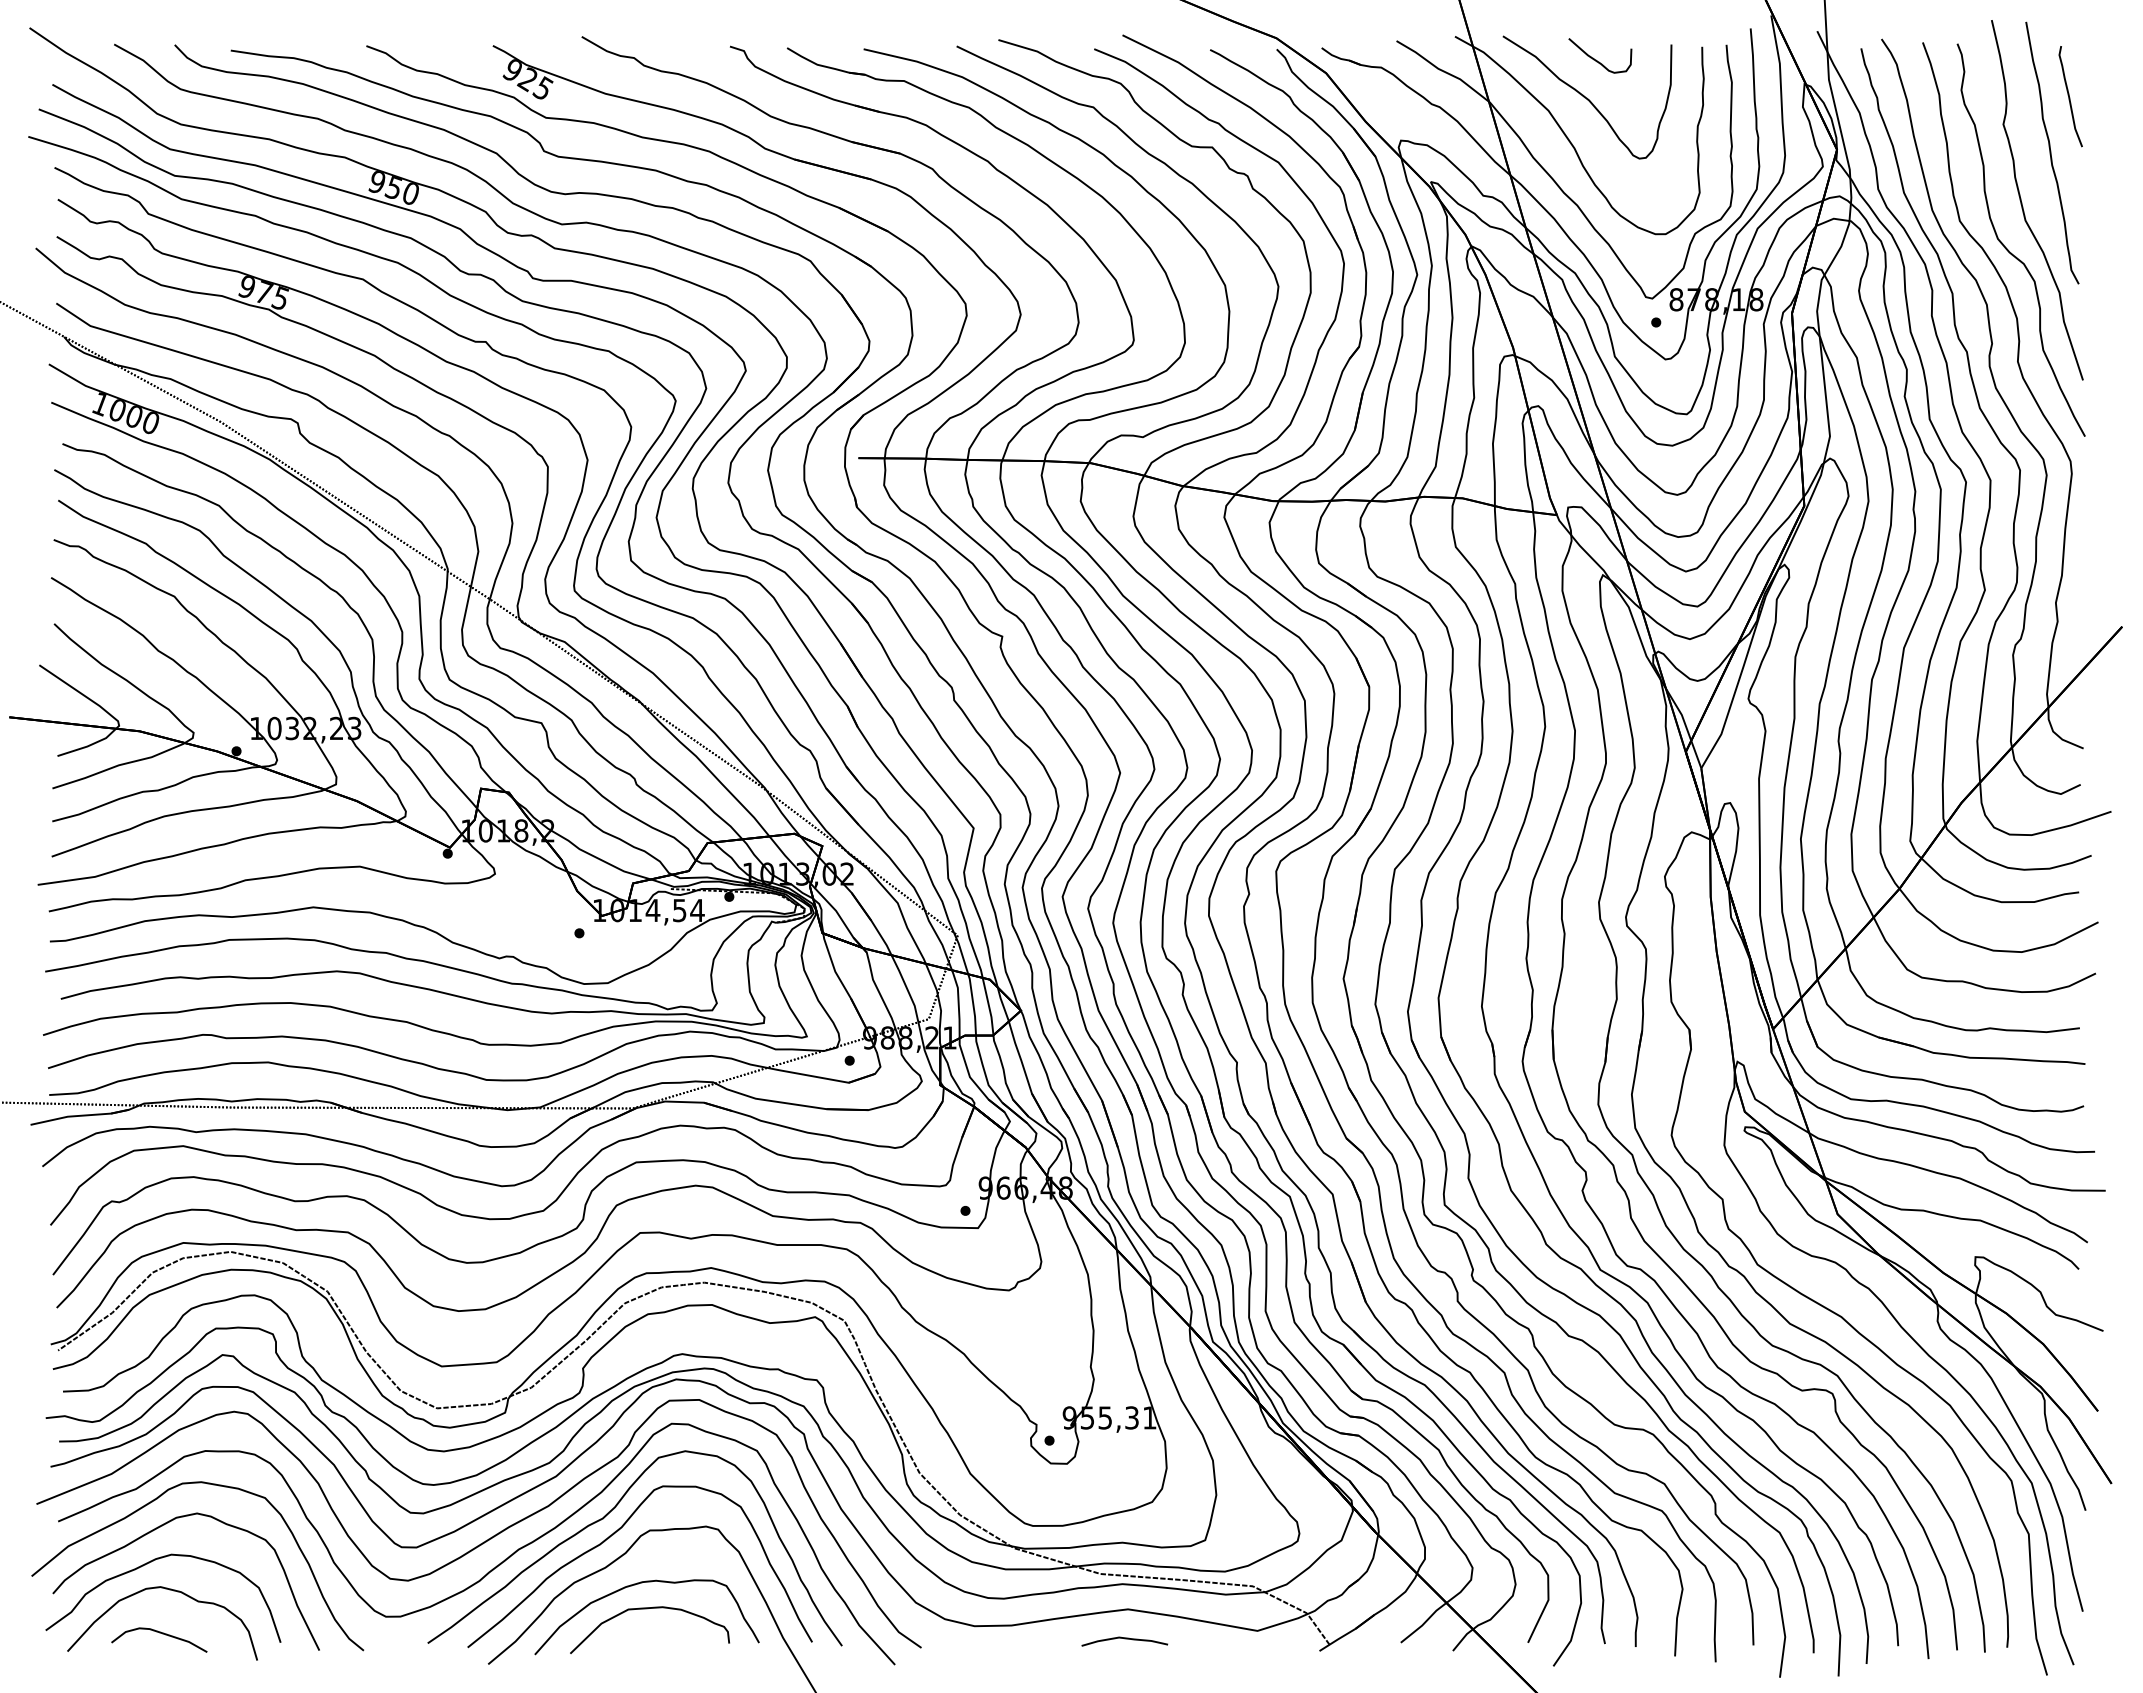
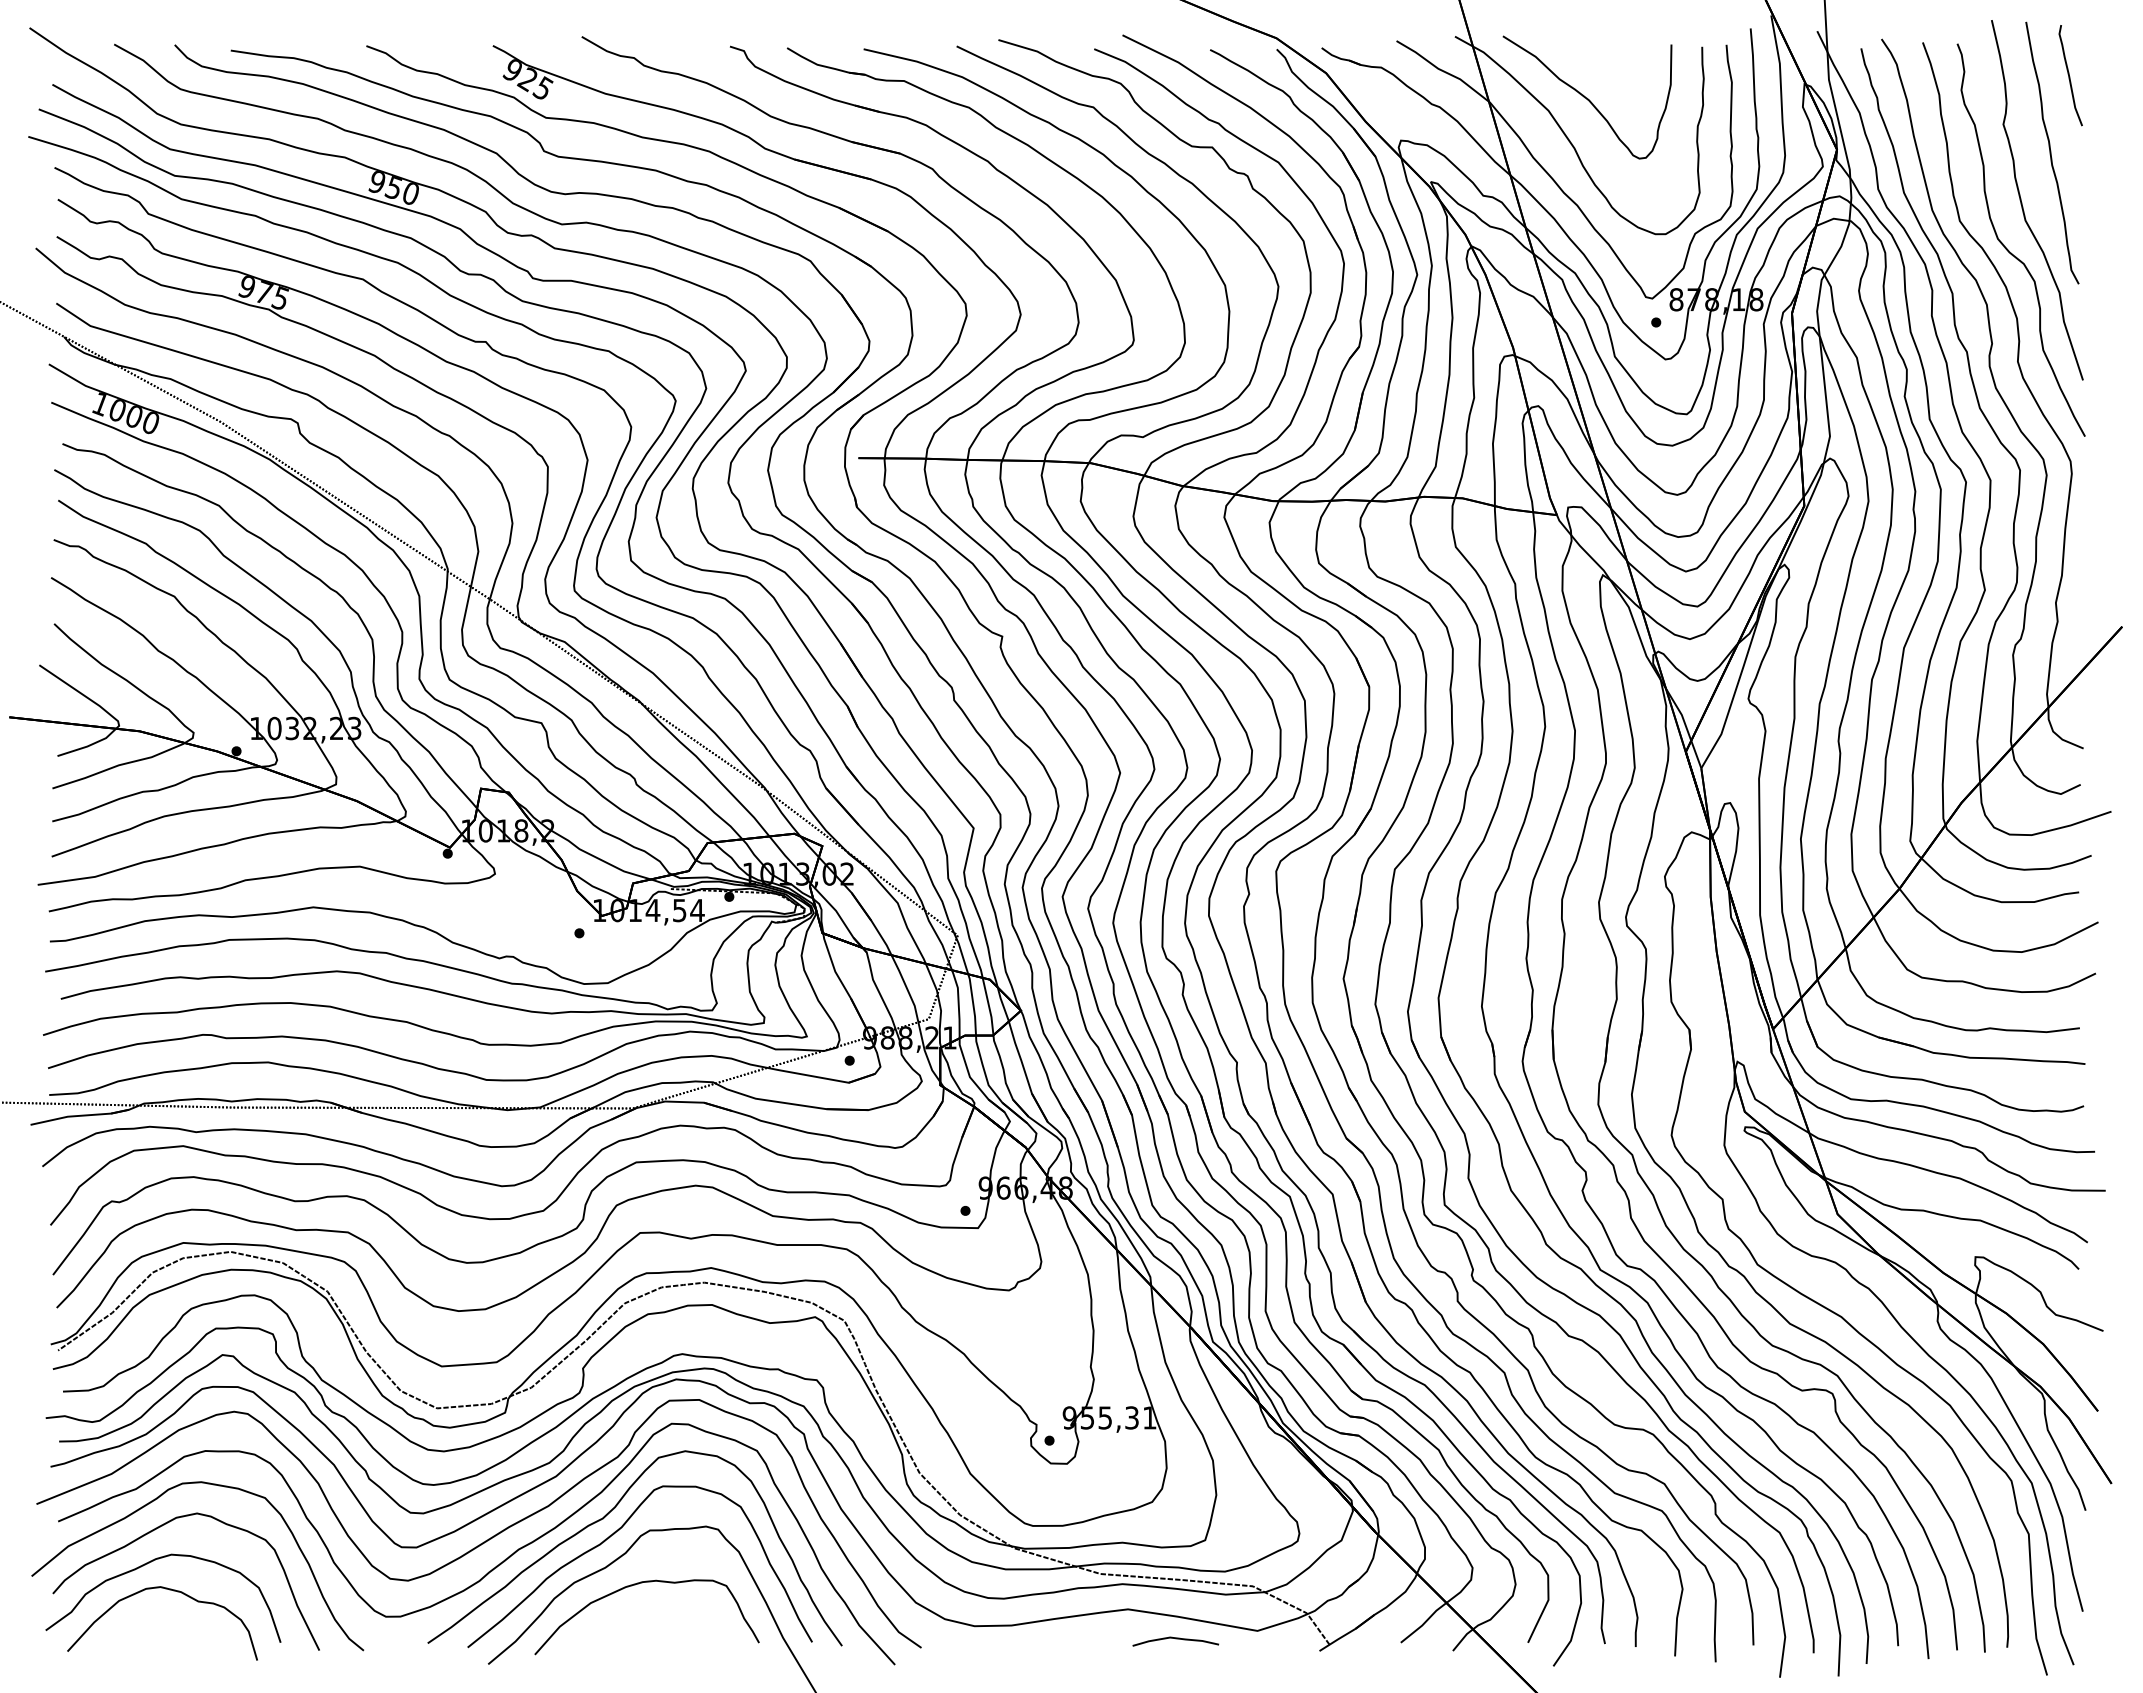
curve at (1596, 59): present -> none
curve at (2069, 96) position: (2069, 96) -> (2069, 75)
curve at (647, 1609): present -> none
curve at (162, 1634): present -> none
curve at (1124, 1639) position: (1124, 1639) -> (1175, 1639)
